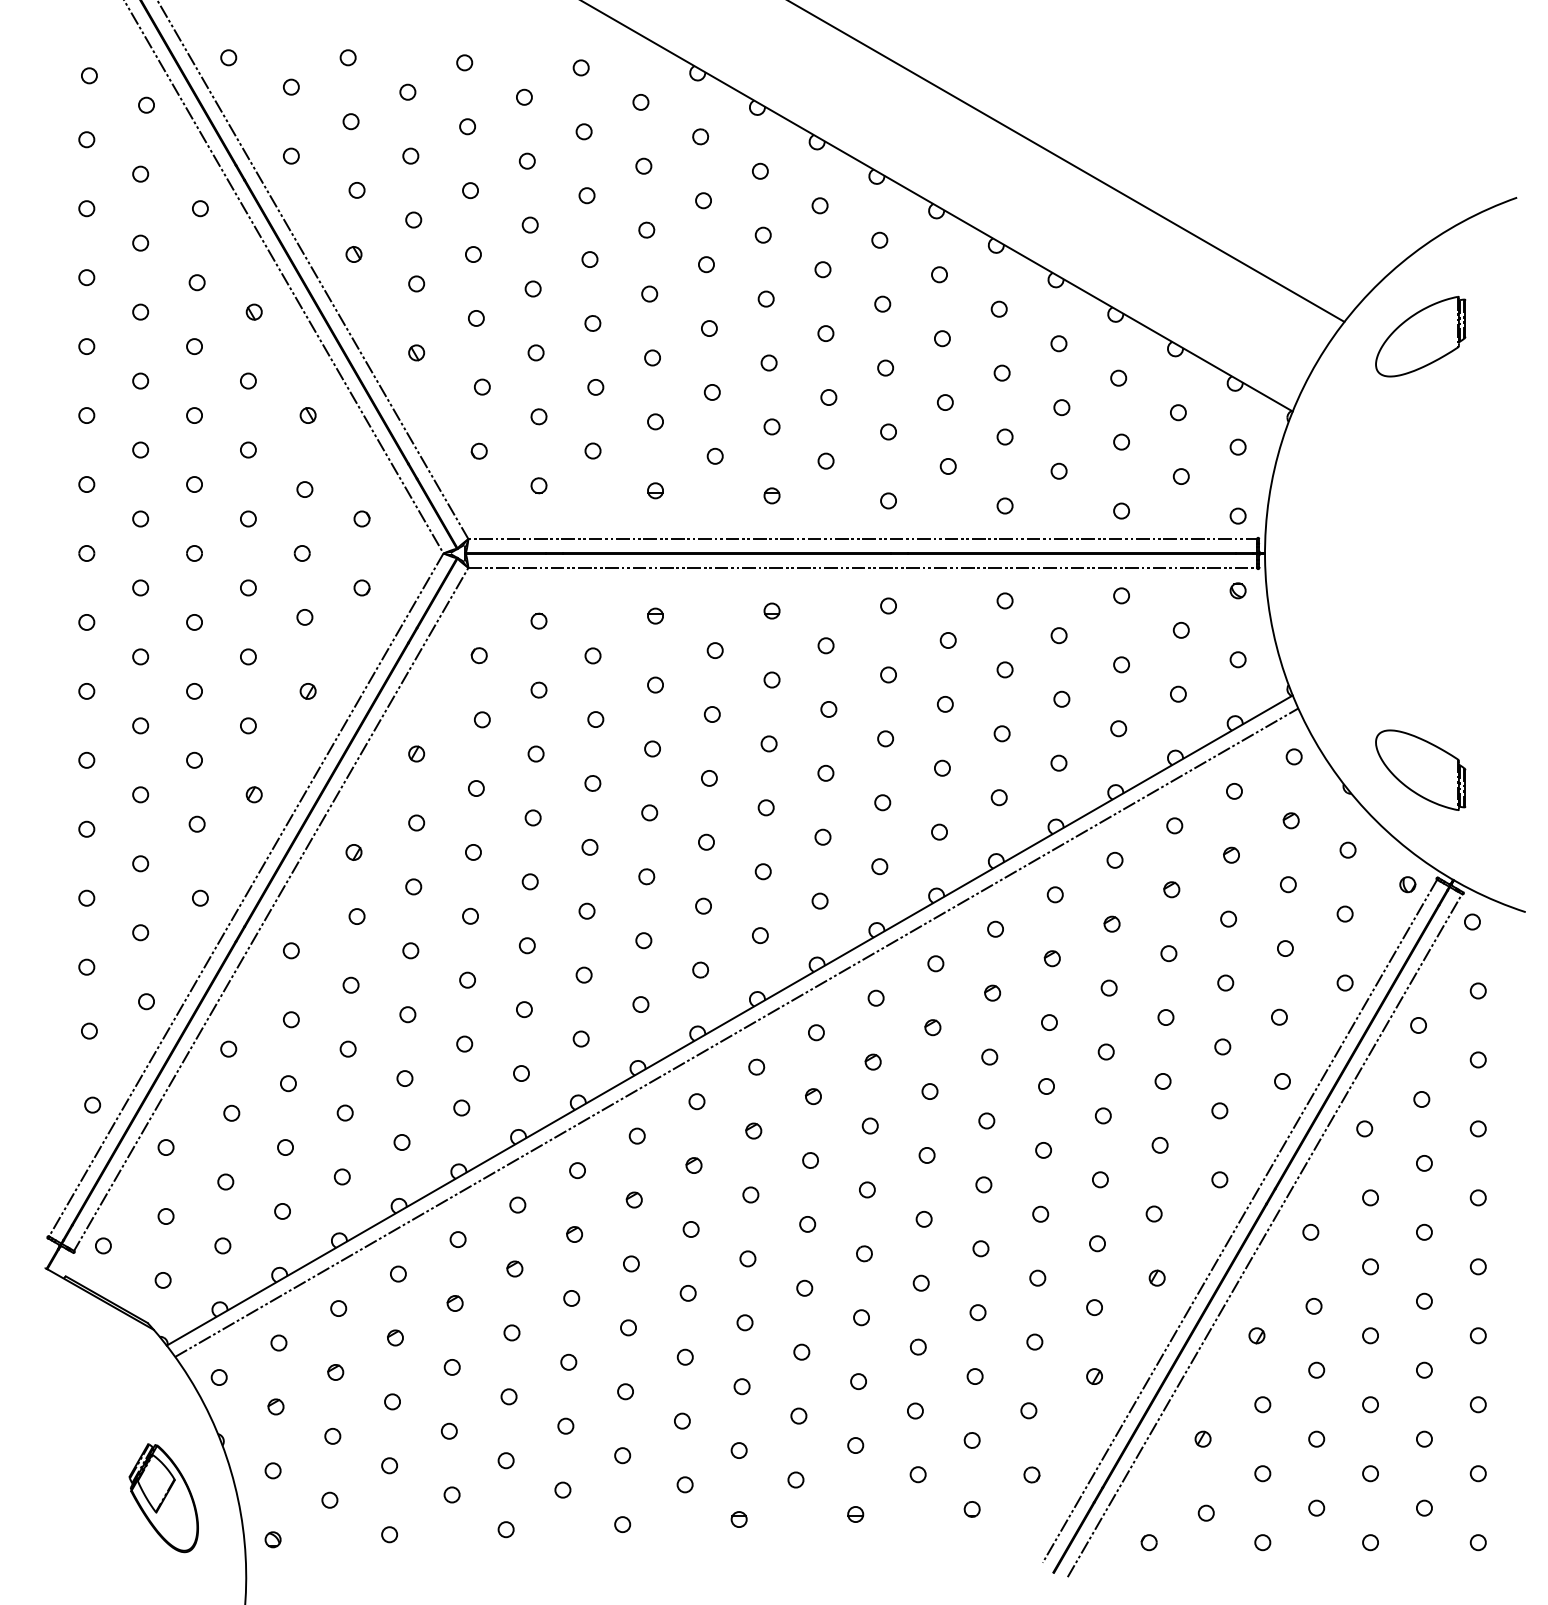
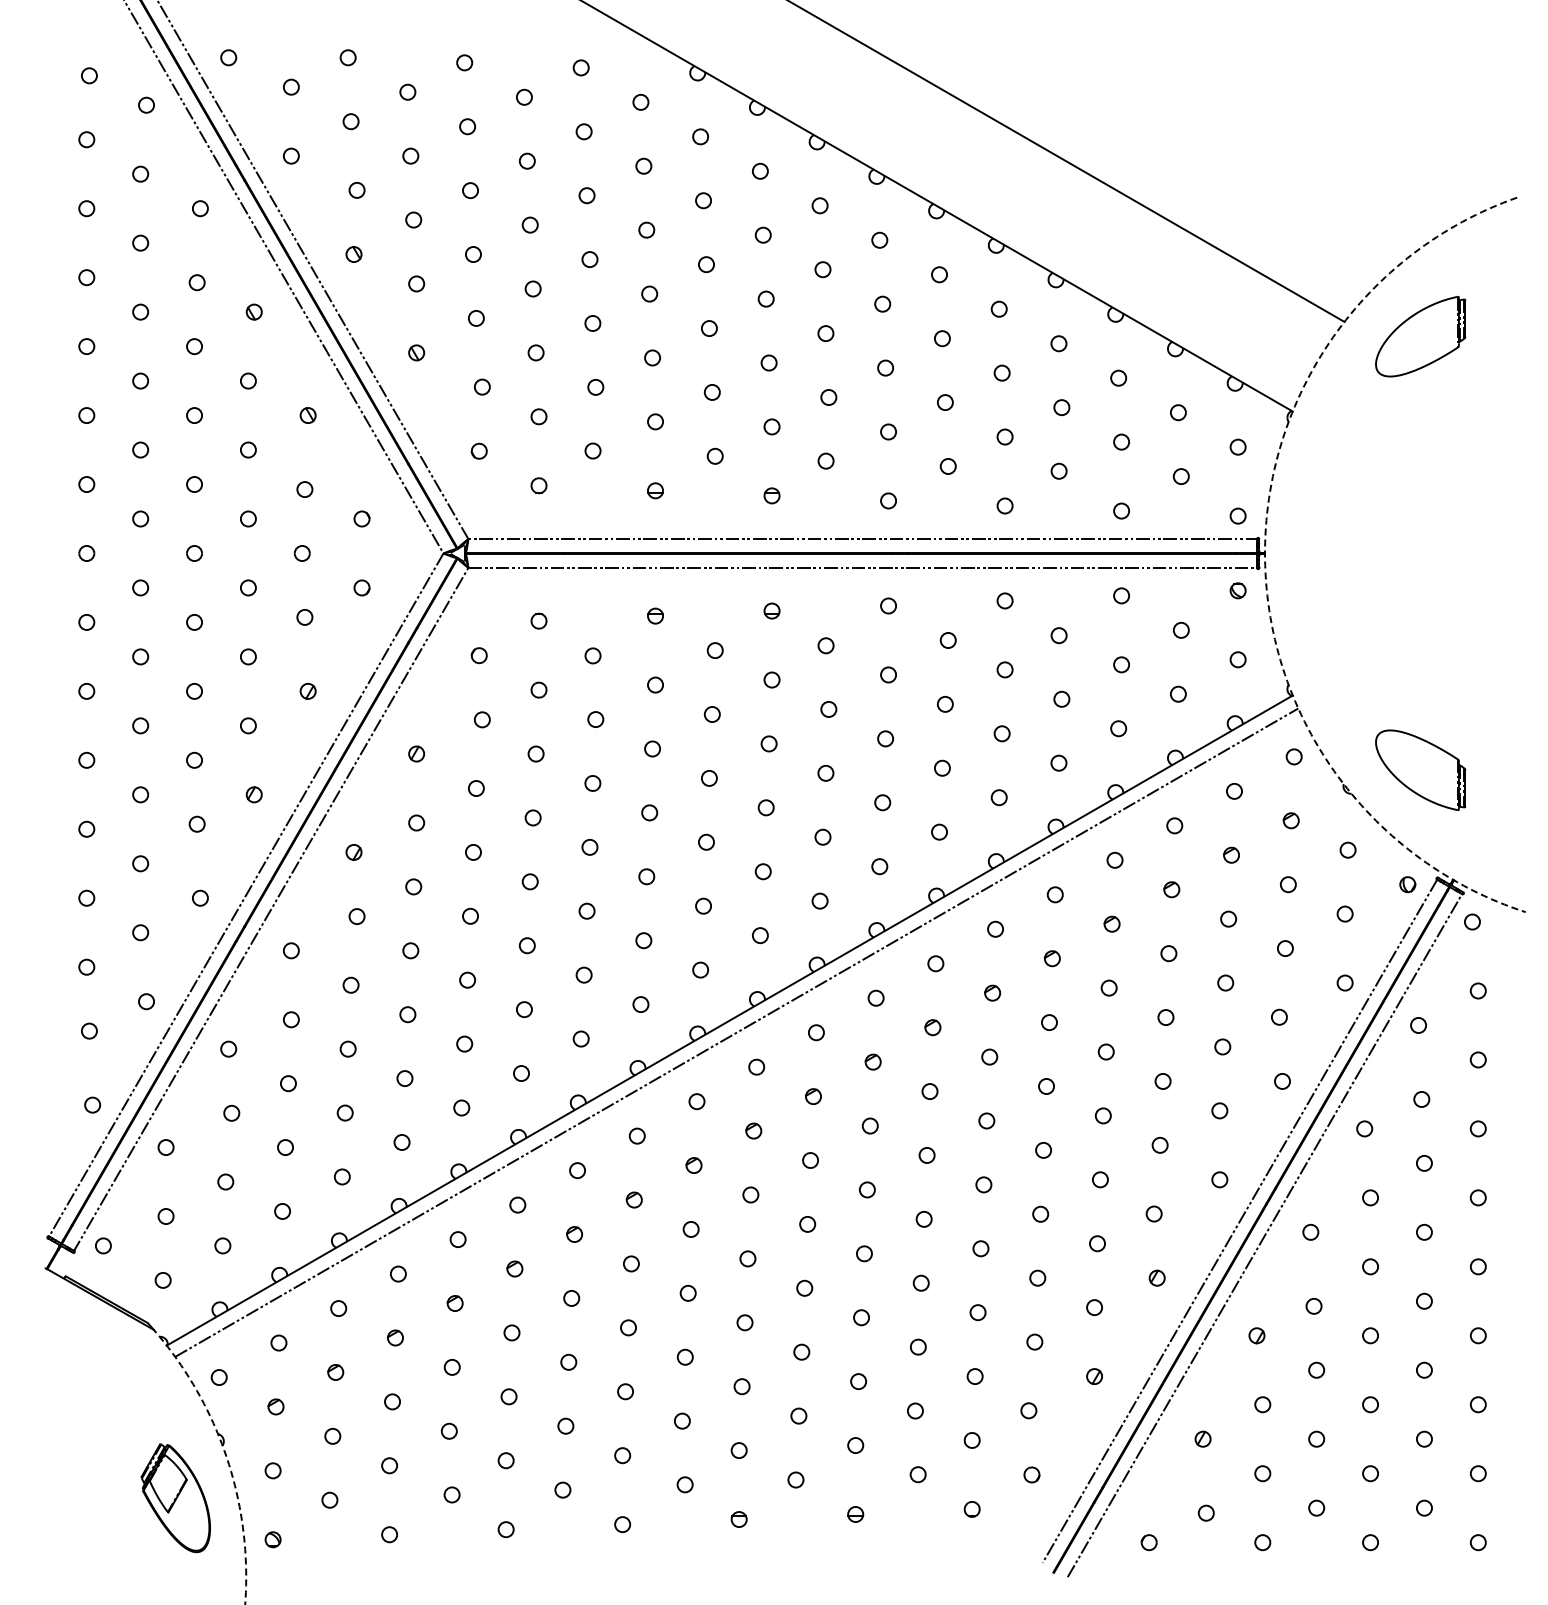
arc at (1265, 558): solid -> dashed
arc at (227, 1458): solid -> dashed
part at (163, 1498) position: (163, 1498) -> (175, 1498)
